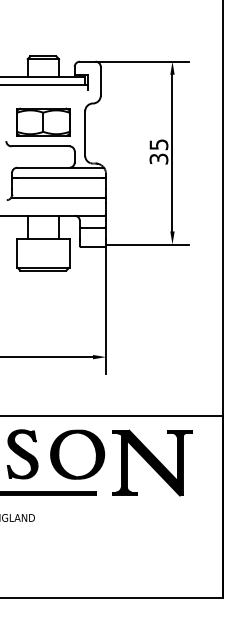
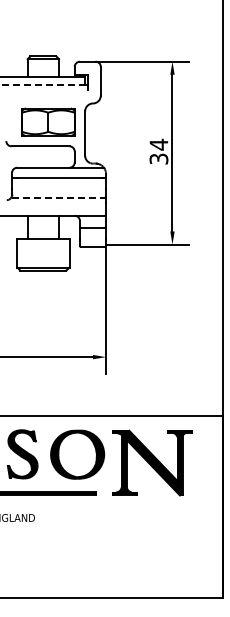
line at (43, 85): solid -> dashed
part at (43, 121) position: (43, 121) -> (48, 121)
text at (158, 144): 35 -> 34
line at (58, 197): solid -> dashed
